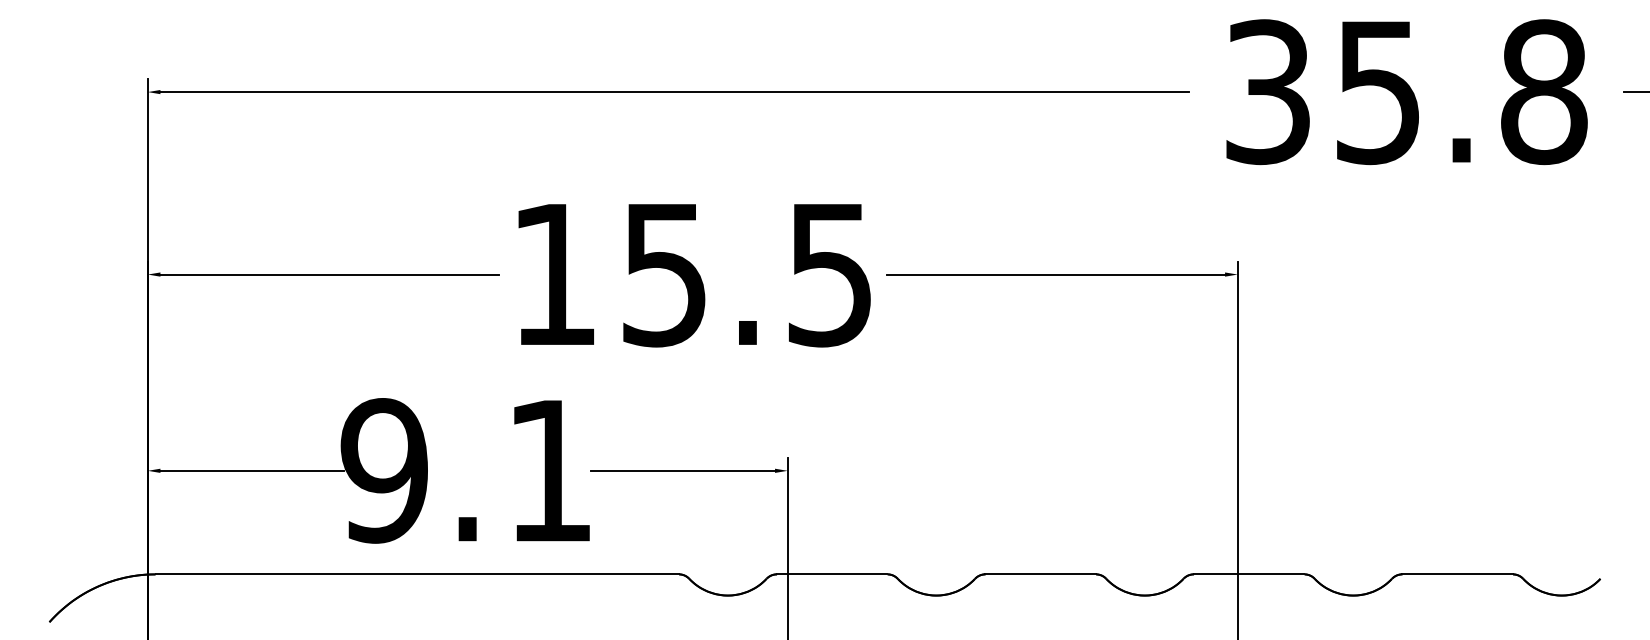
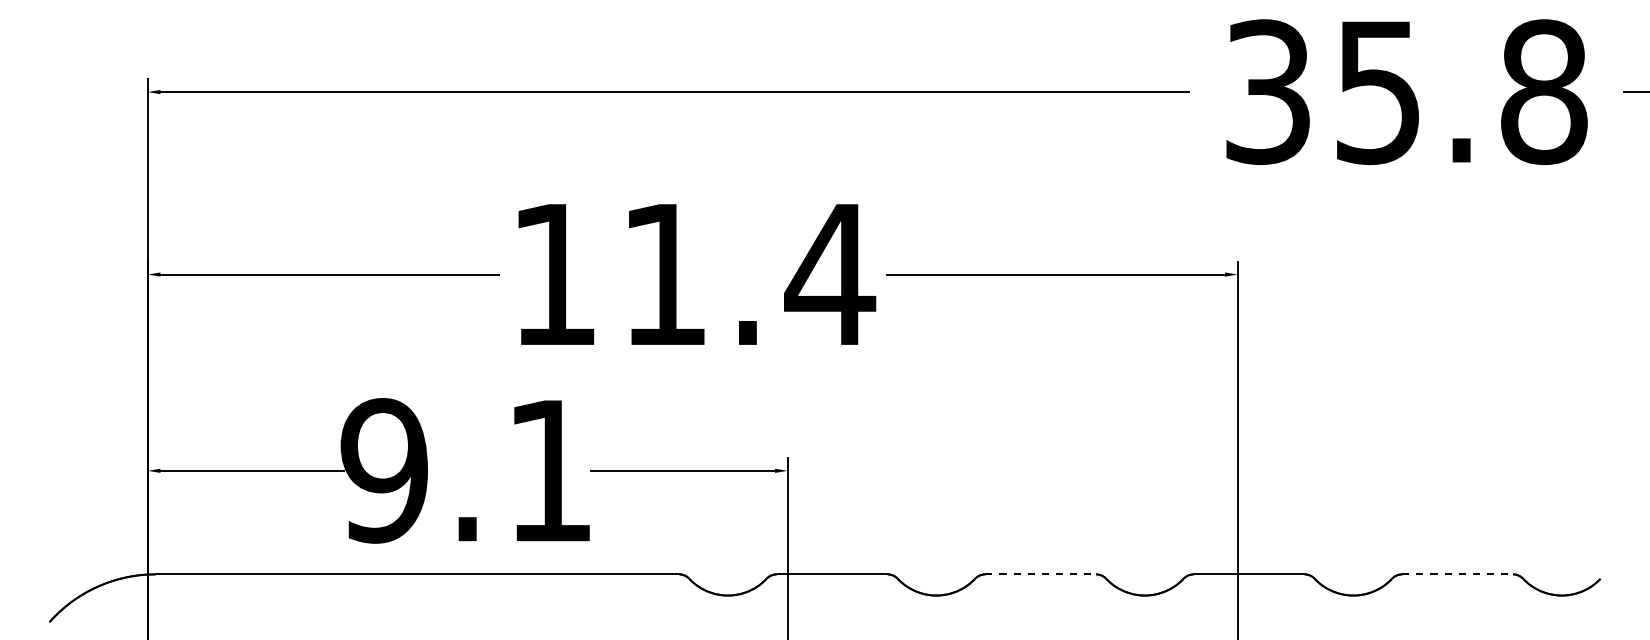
text at (749, 275): 15.5 -> 11.4
line at (1041, 574): solid -> dashed
line at (1458, 574): solid -> dashed
